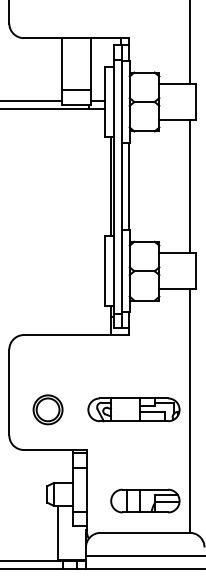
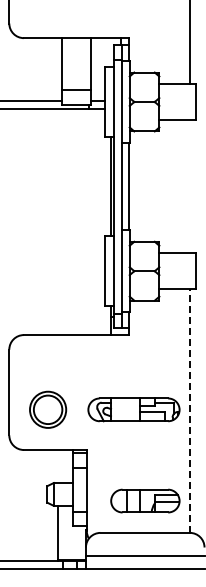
line at (189, 186): present -> none
part at (47, 409) size: 32x32 px -> 39x39 px
line at (189, 411): solid -> dashed
